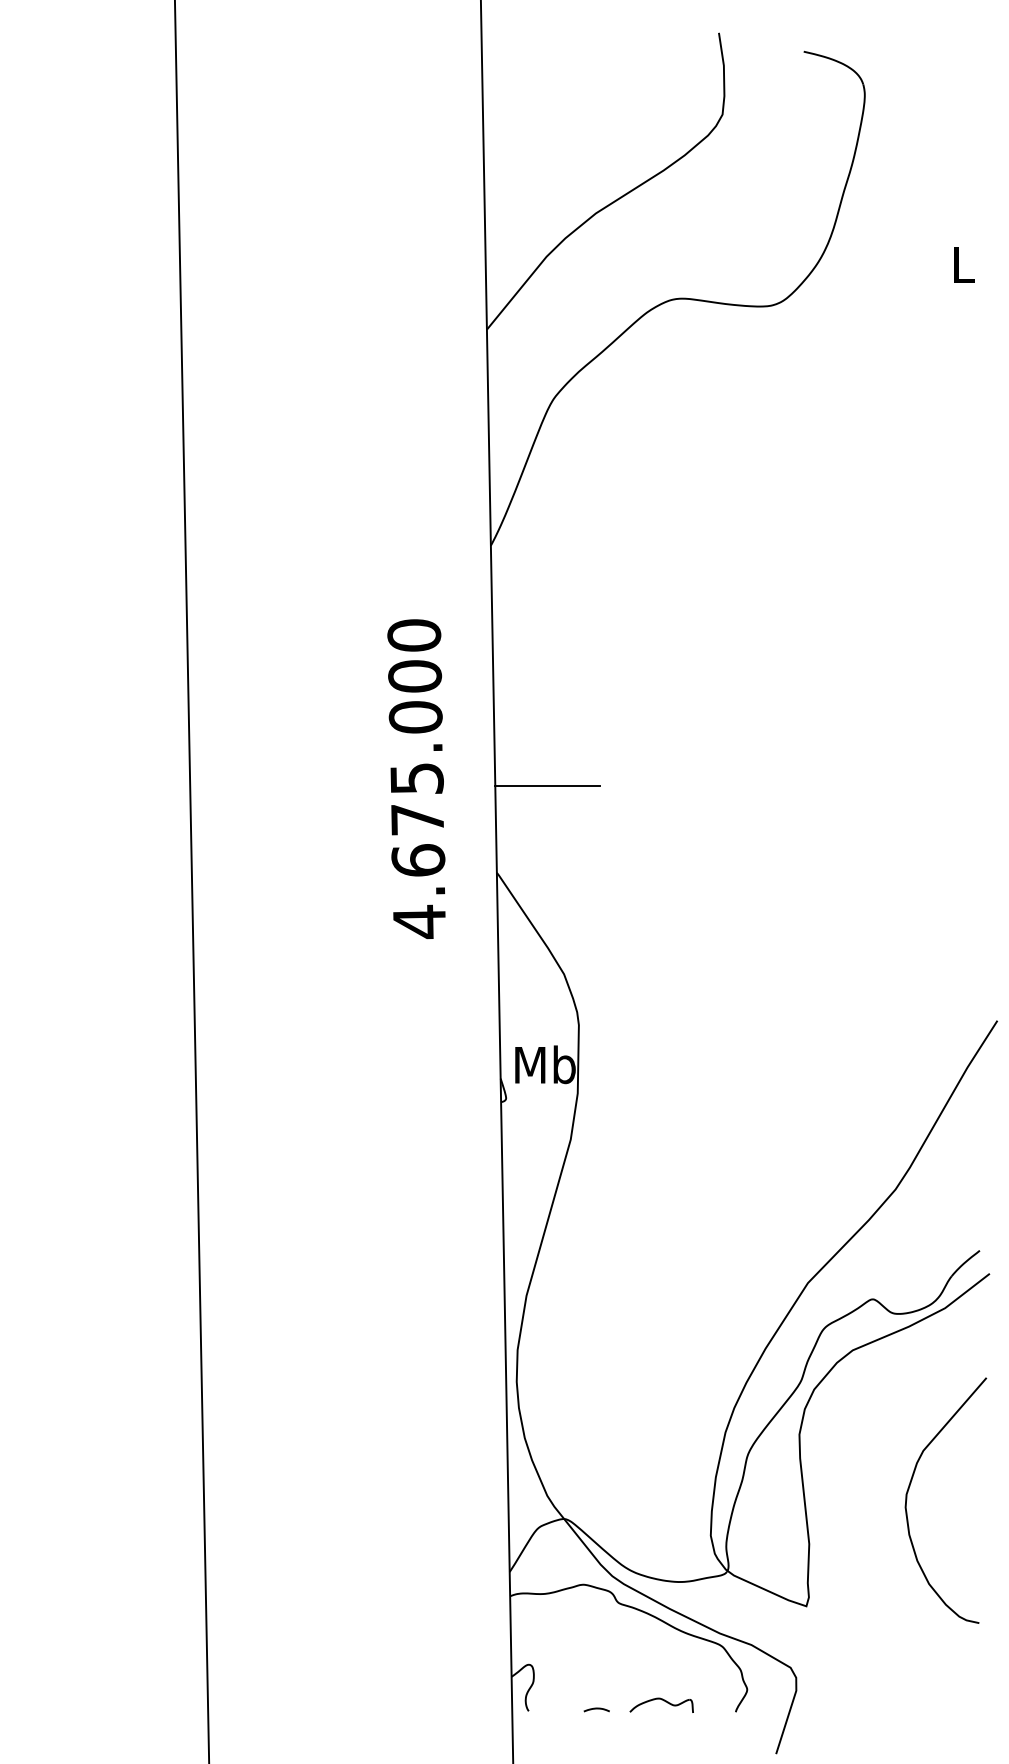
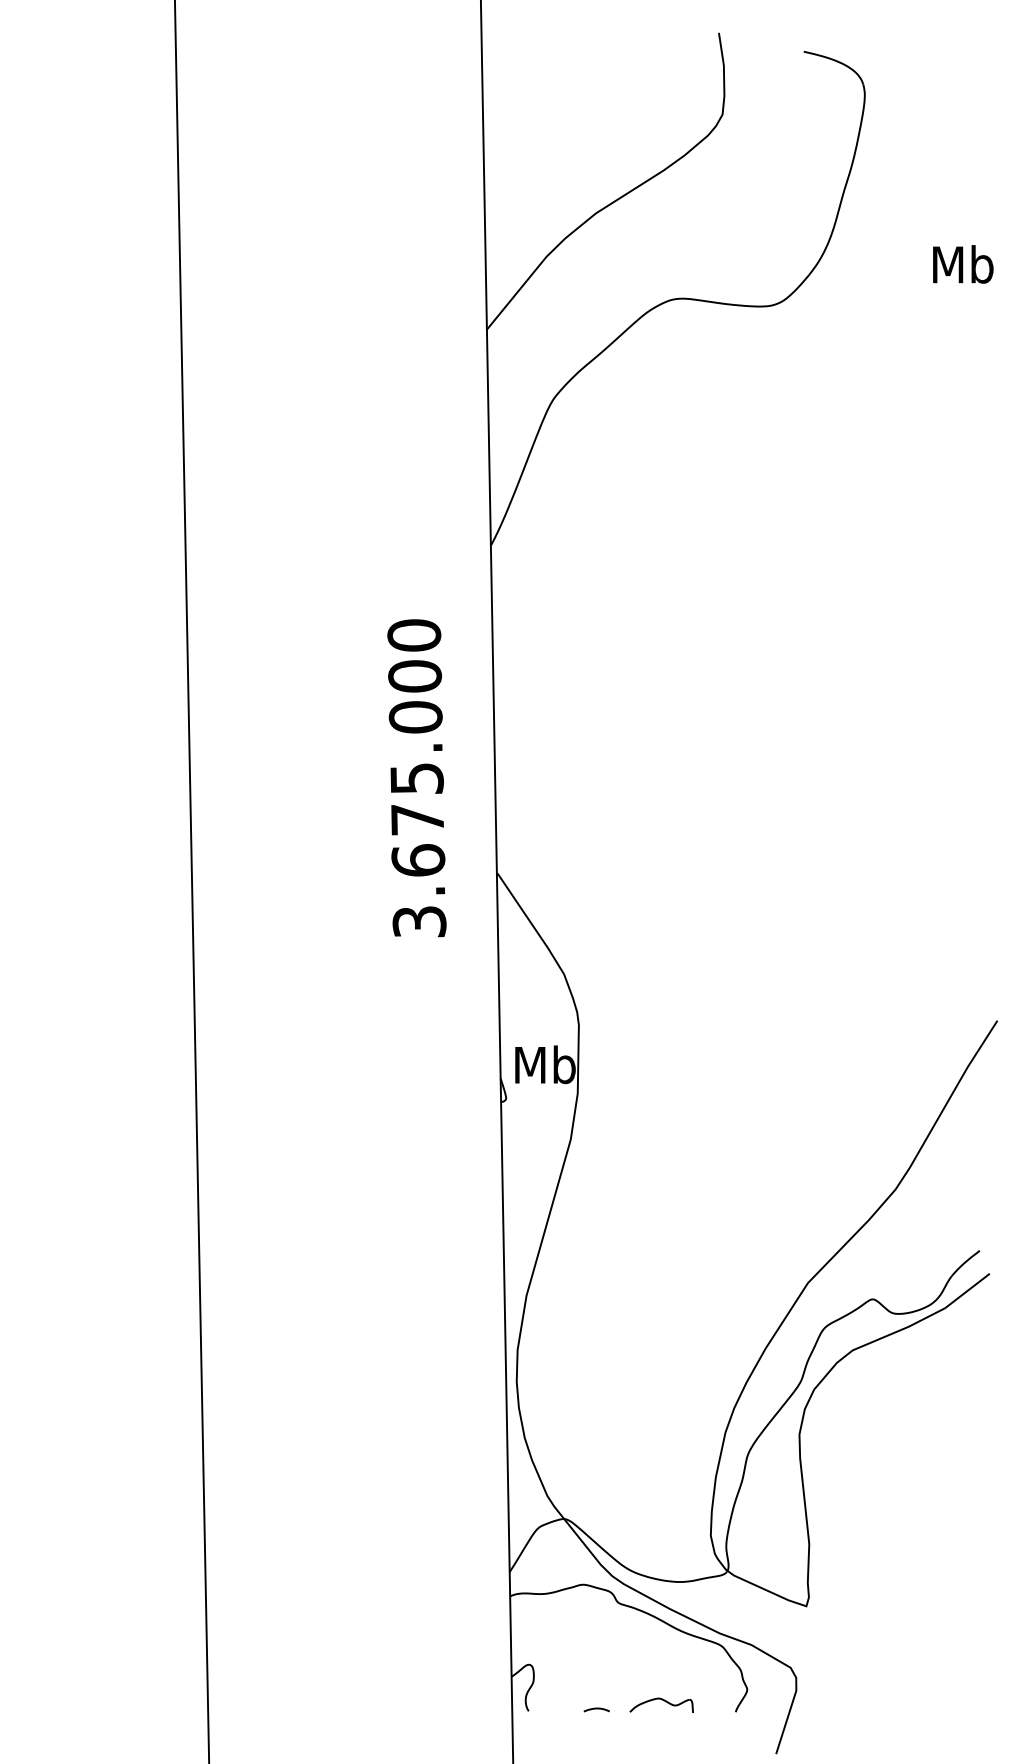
text at (963, 264): L -> Mb
line at (547, 785): present -> none
text at (419, 921): 4.675.000 -> 3.675.000
curve at (909, 1489): present -> none
